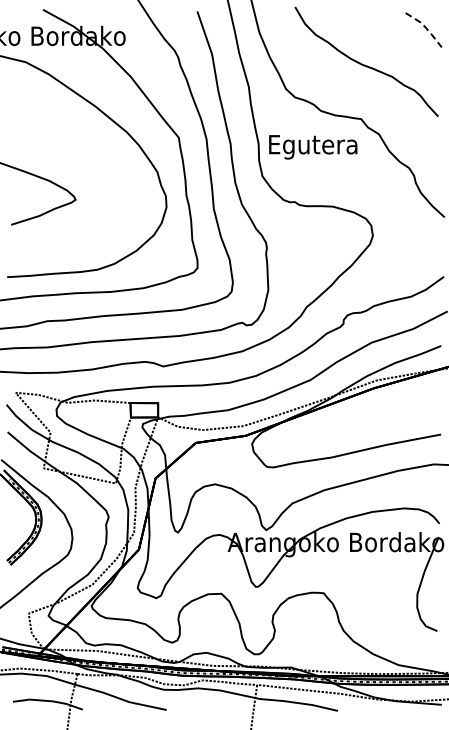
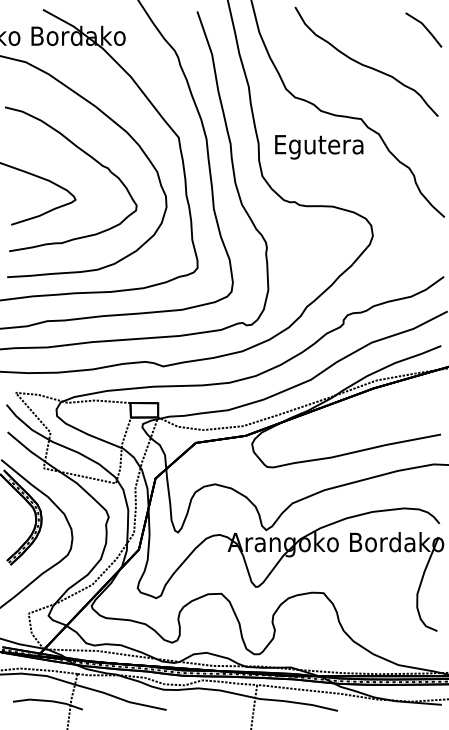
line at (426, 28): dashed -> solid
text at (313, 147) position: (313, 147) -> (319, 147)
curve at (88, 156): none -> present
